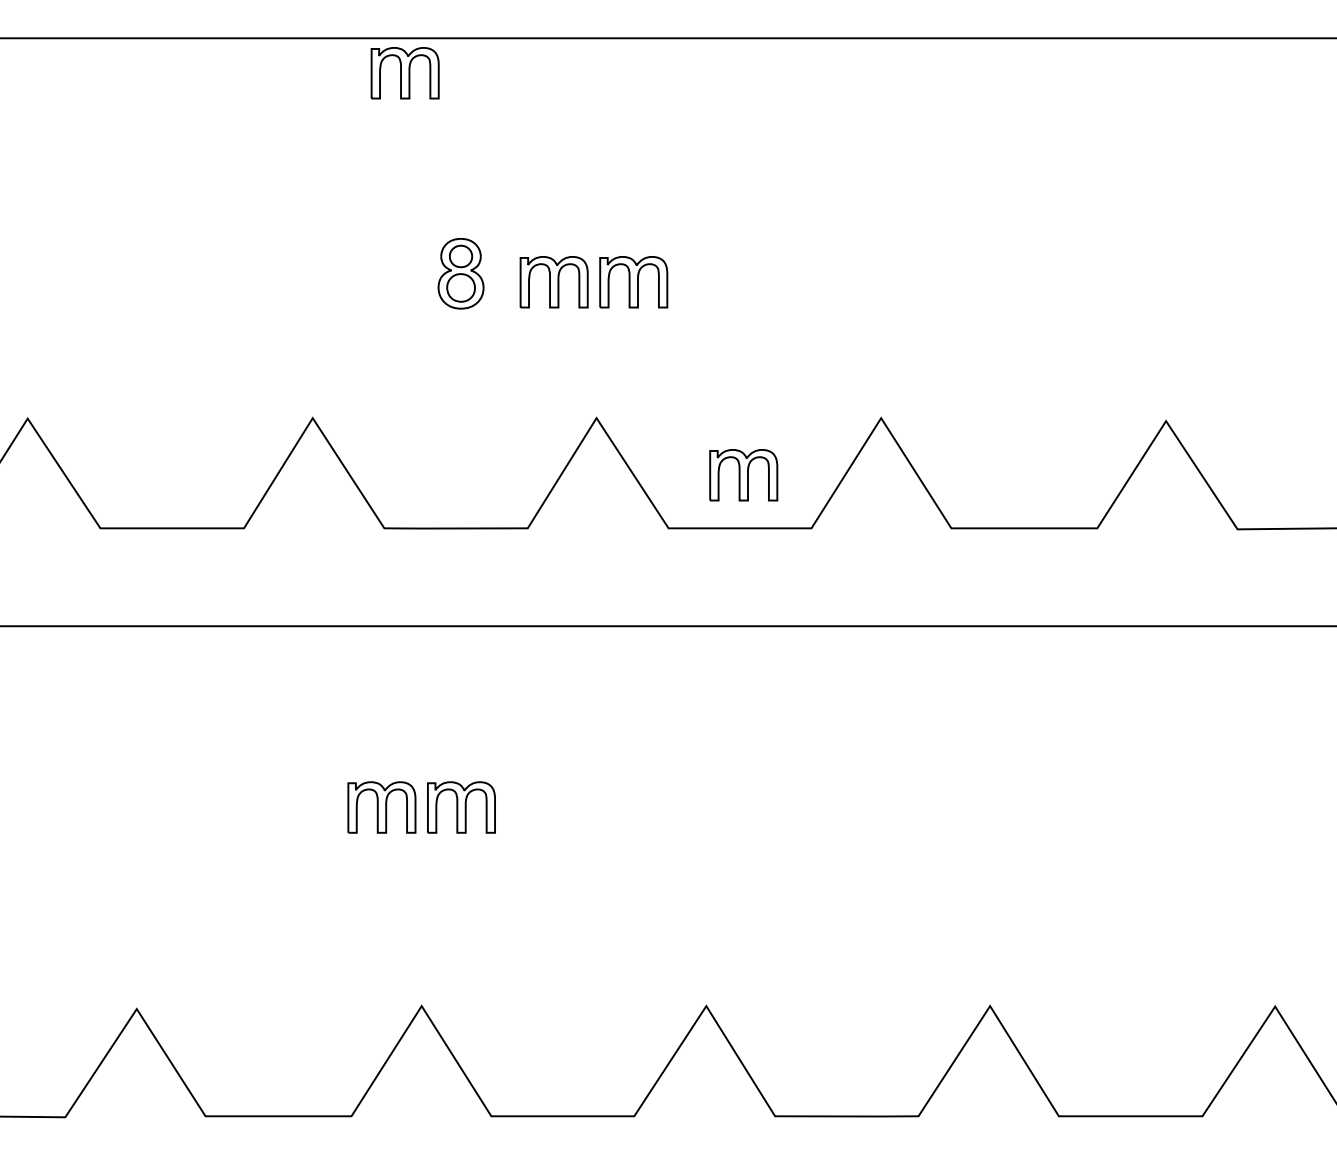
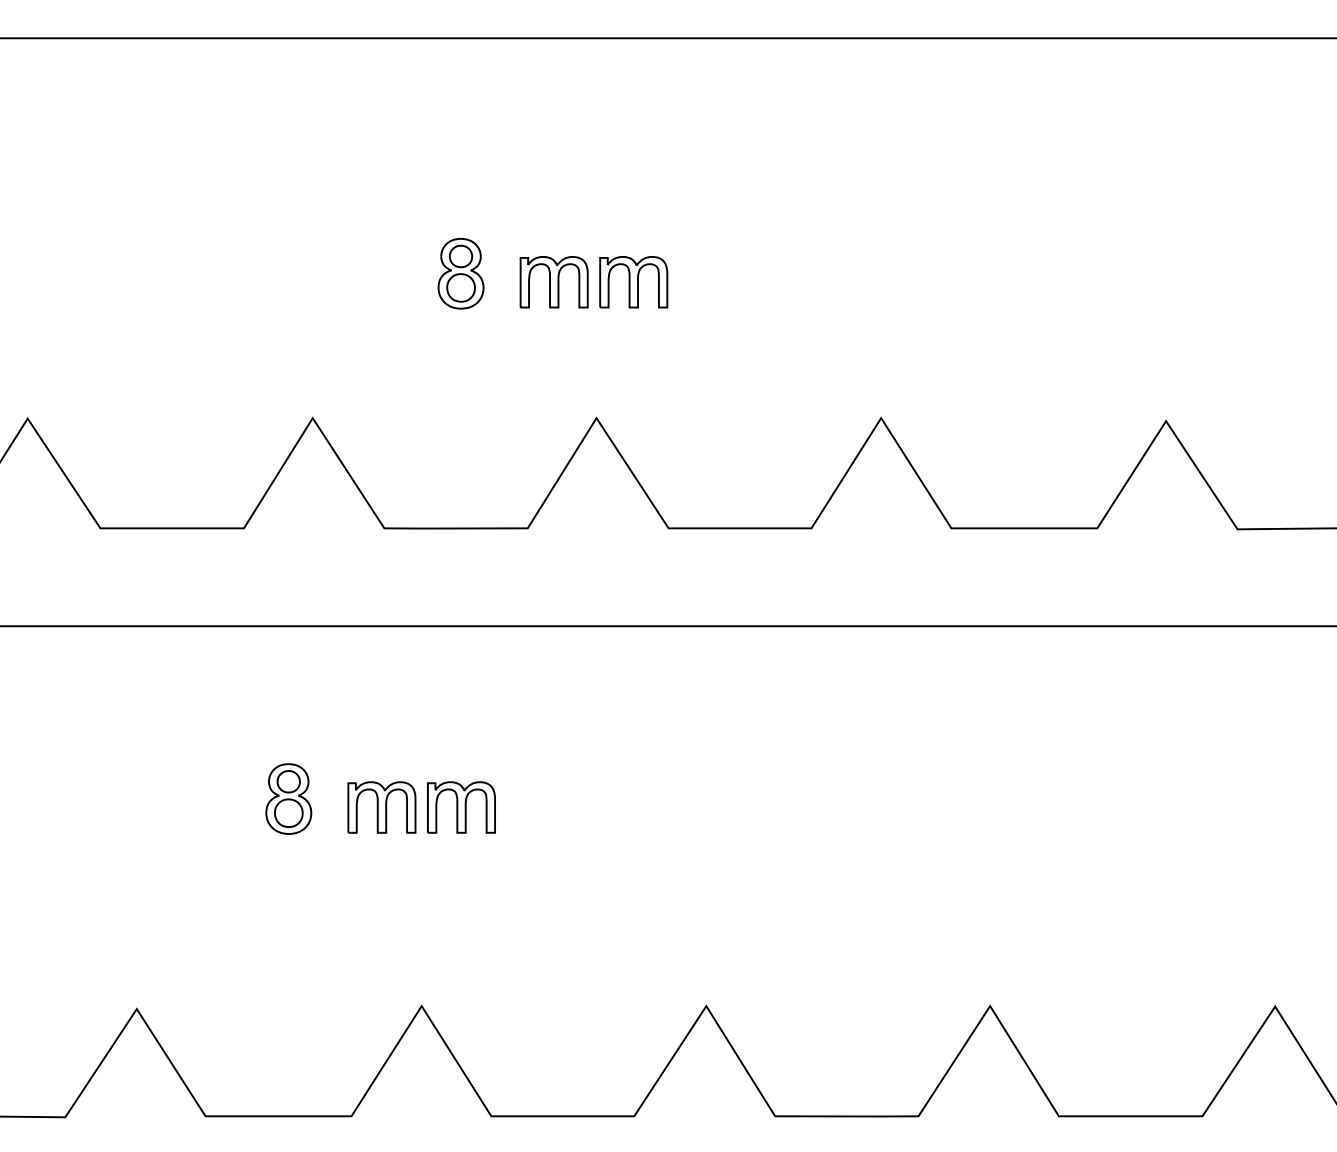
part at (404, 73): present -> none
part at (743, 475): present -> none
part at (288, 798): none -> present
